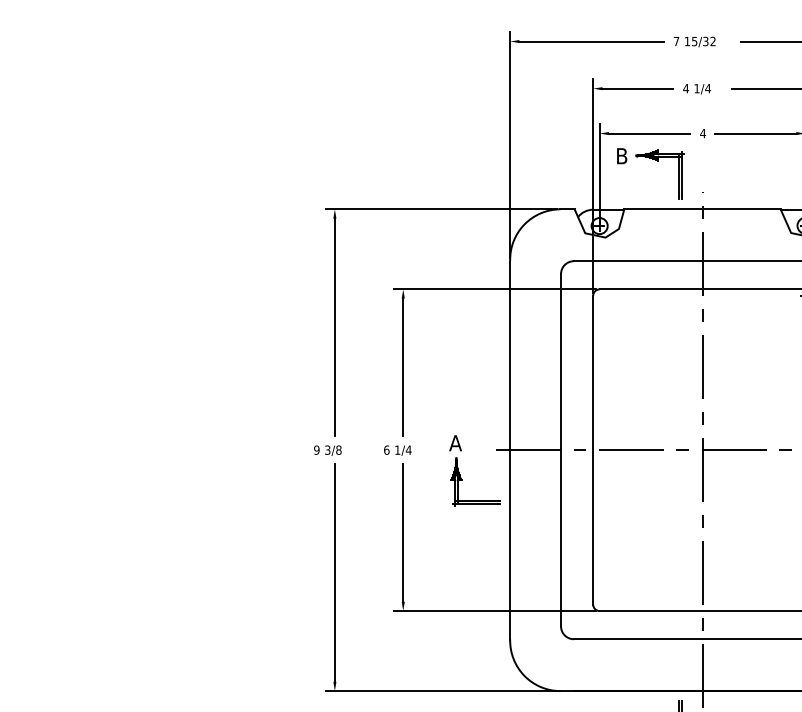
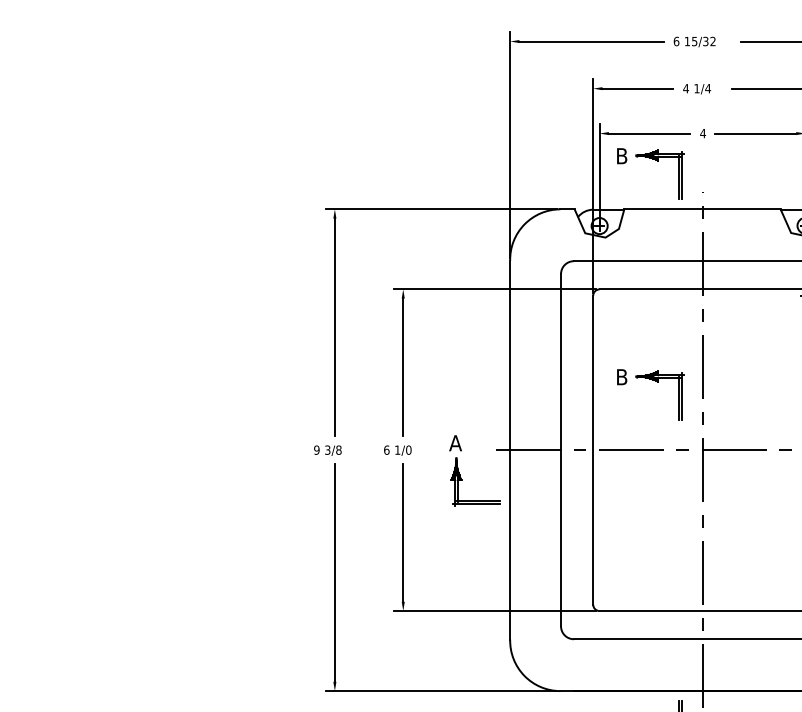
text at (676, 41): 7 -> 6
part at (657, 382): none -> present
text at (408, 449): 1/4 -> 1/0
